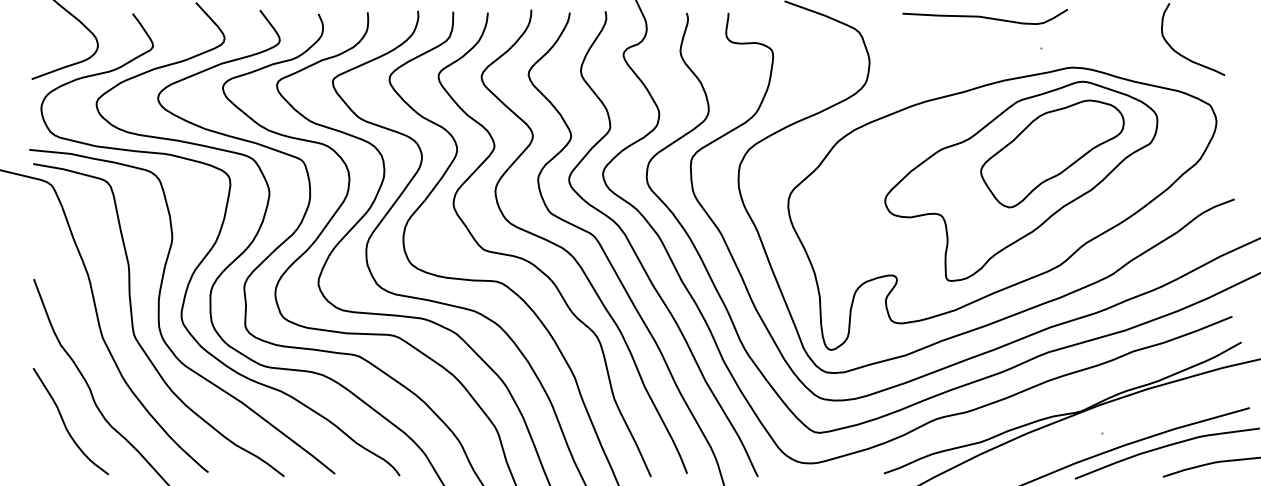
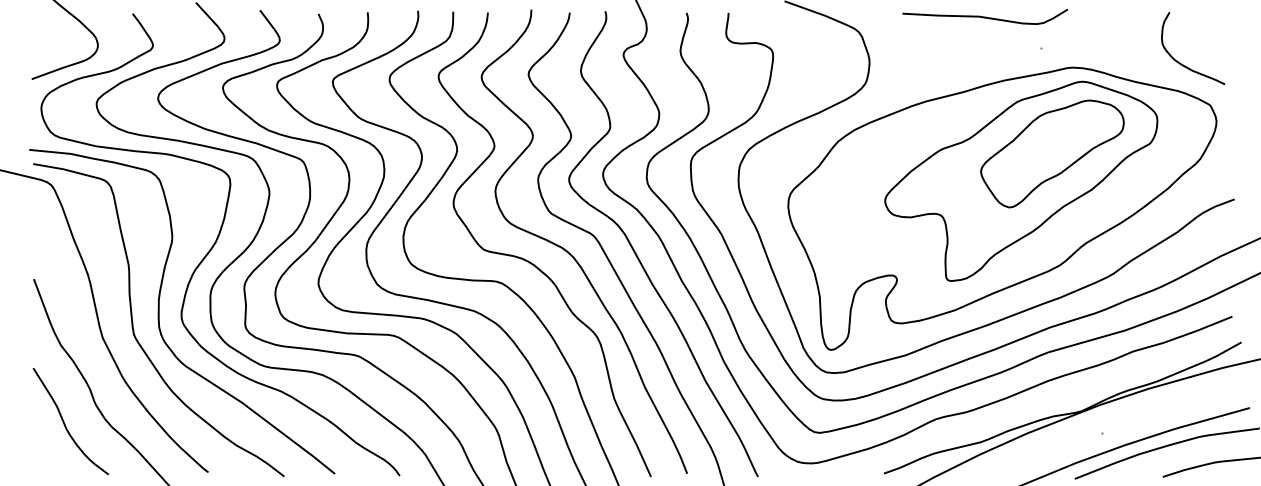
curve at (1185, 56) position: (1185, 56) -> (1185, 65)
